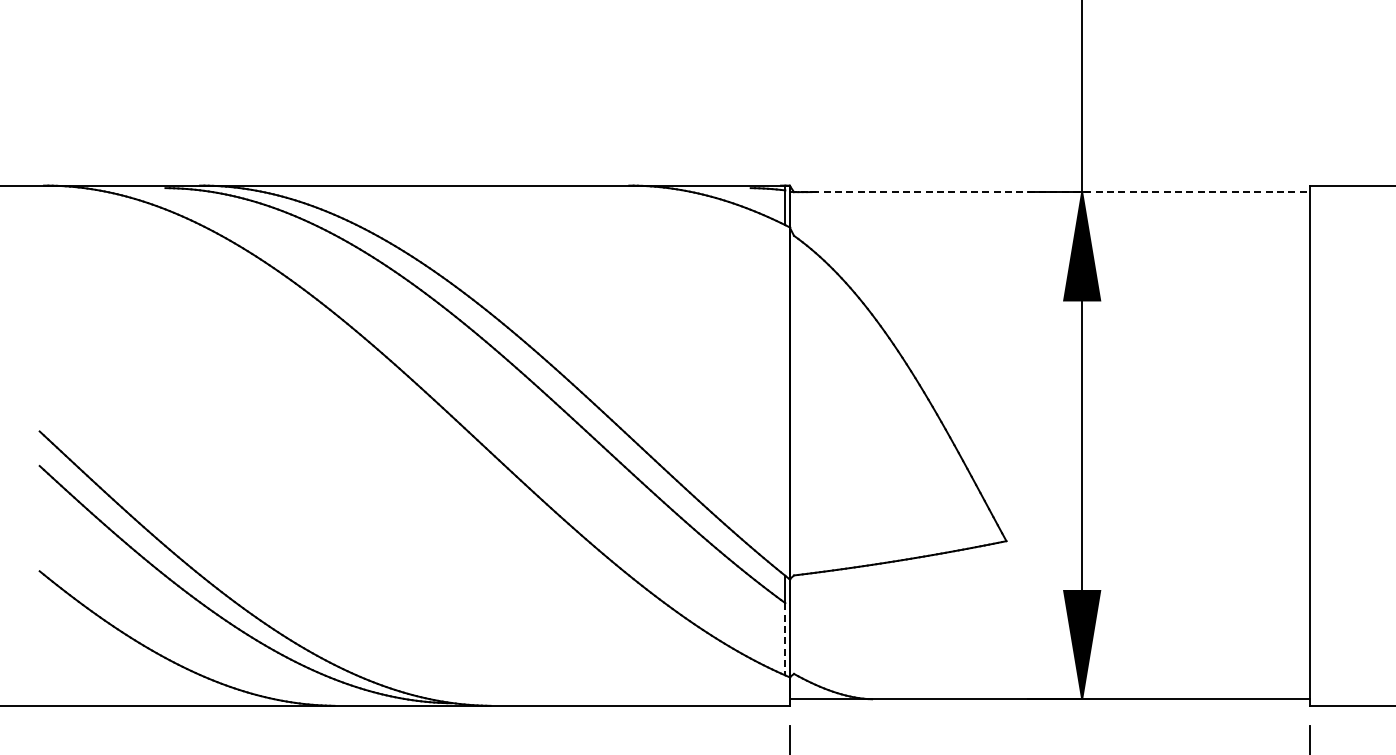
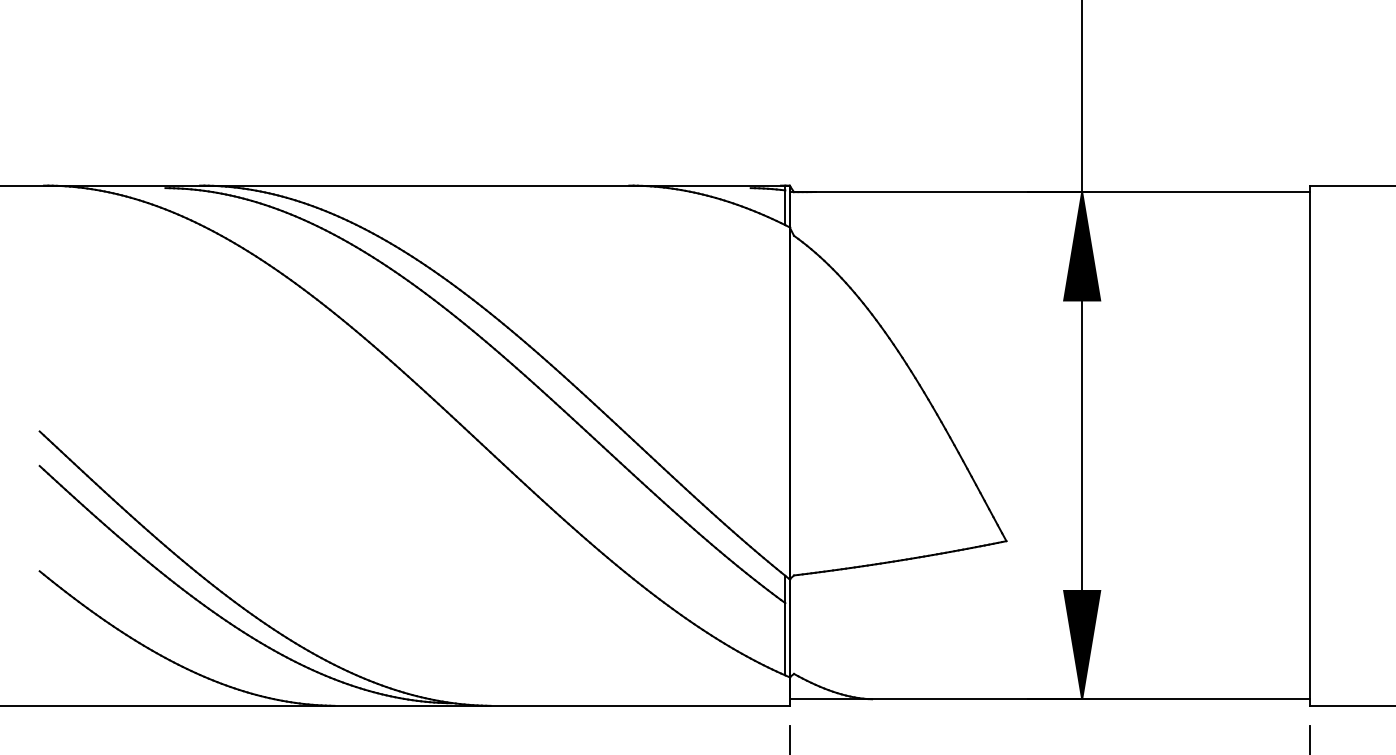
line at (1050, 192): dashed -> solid
line at (785, 639): dashed -> solid
